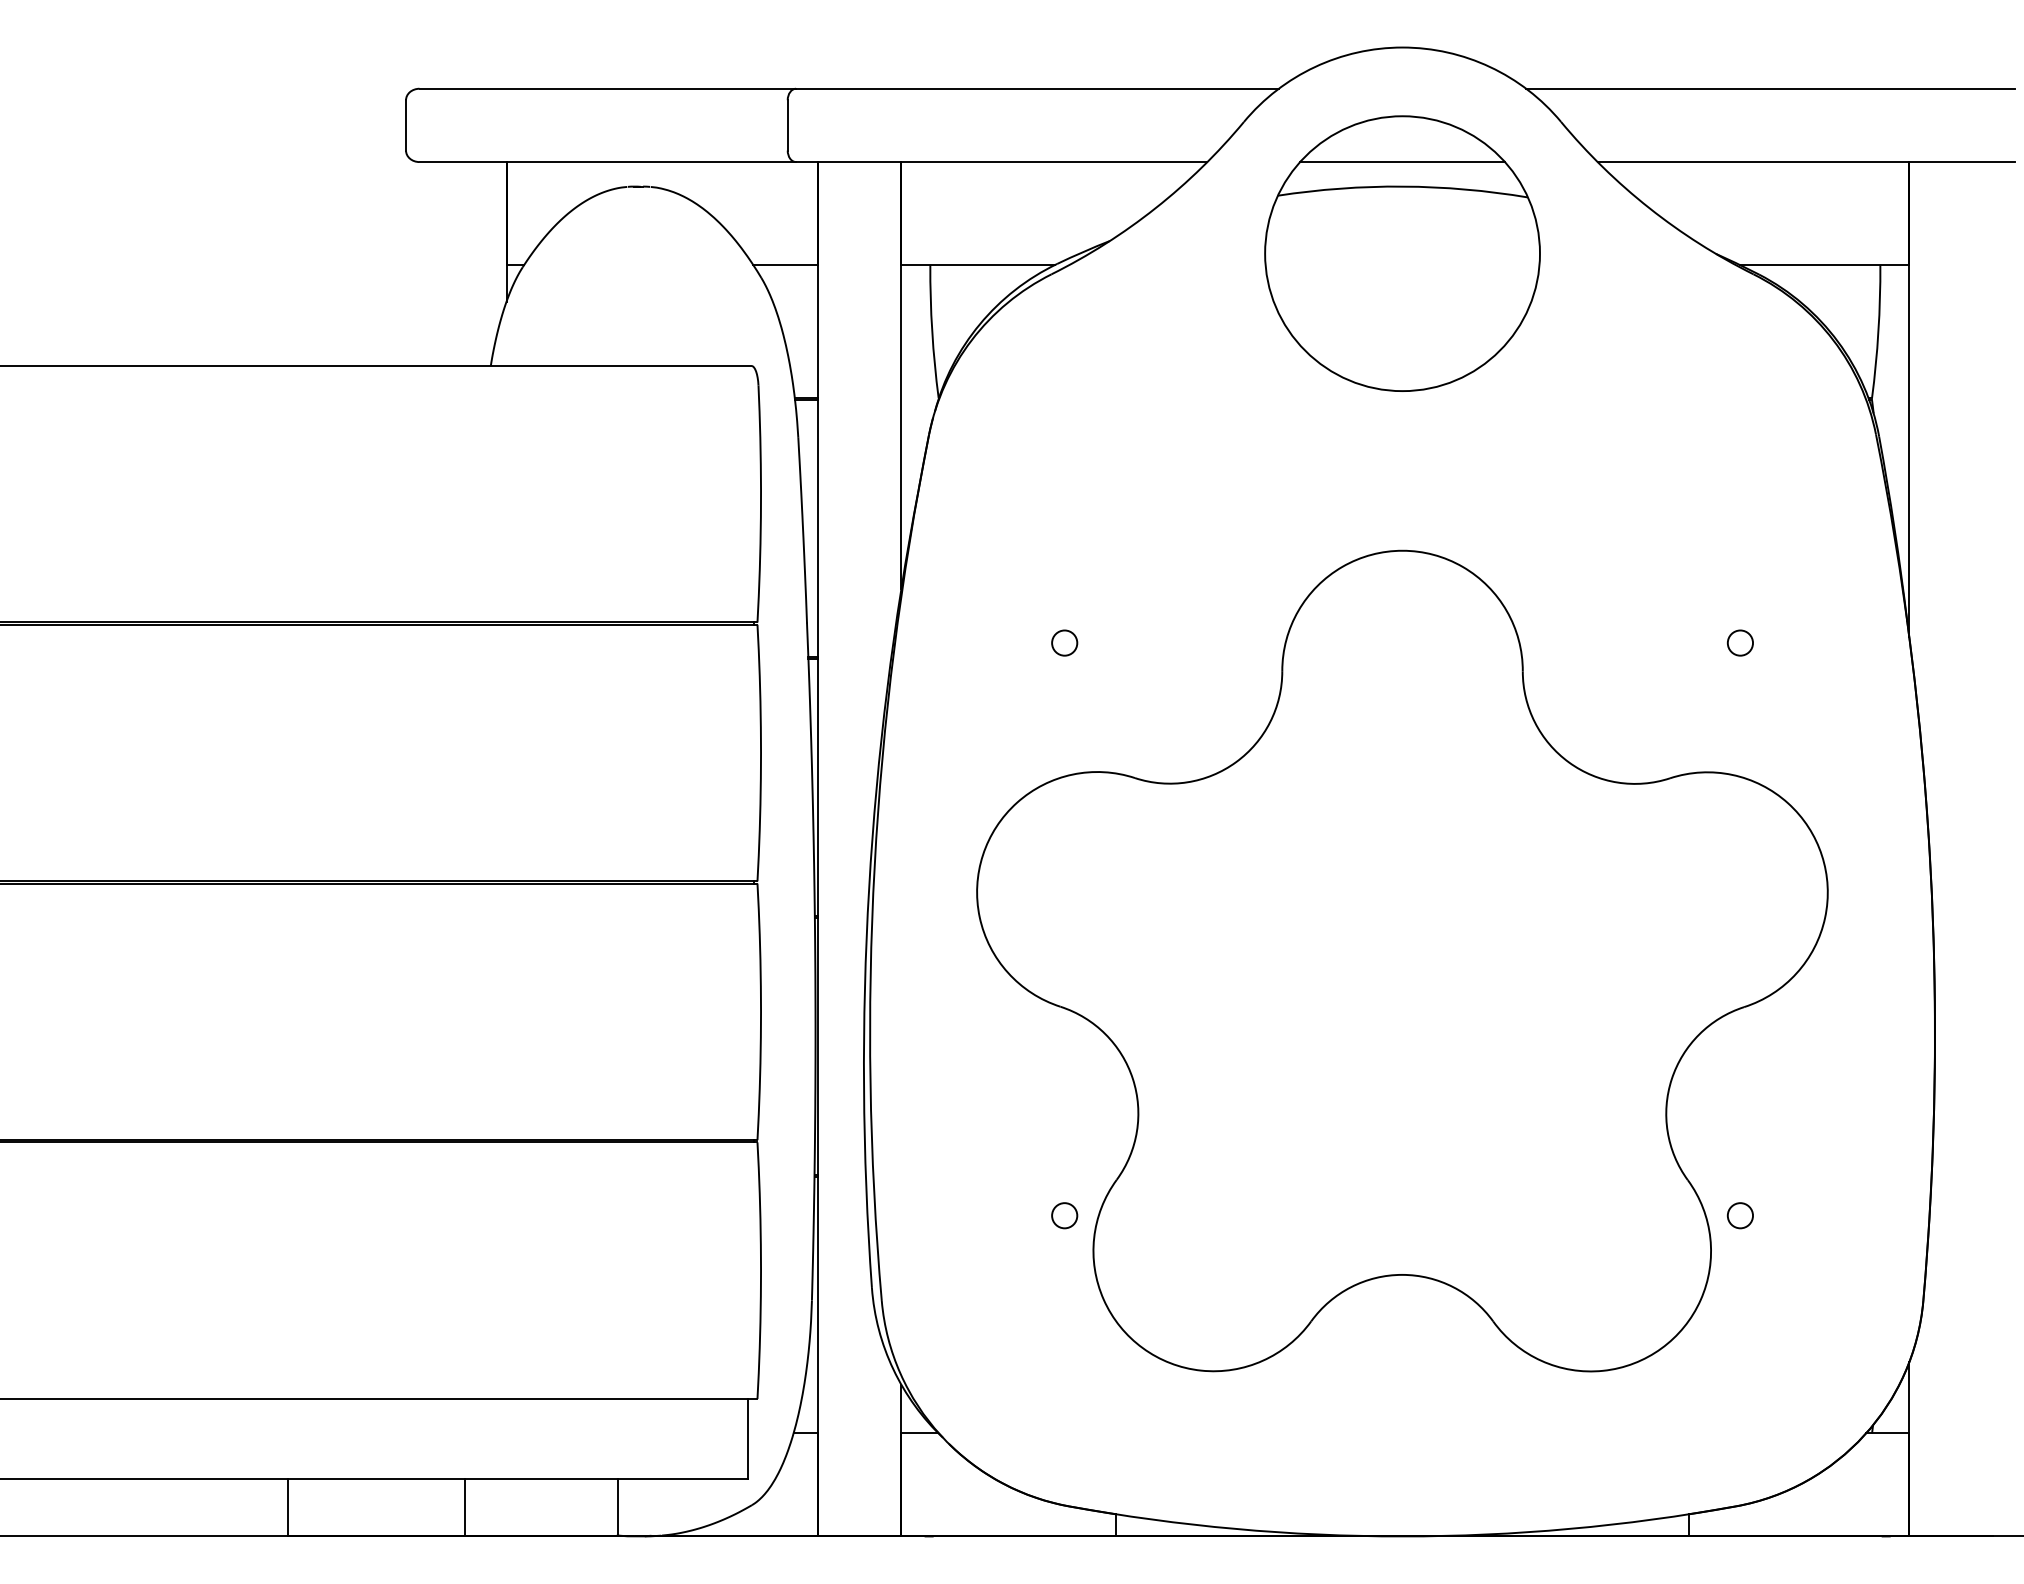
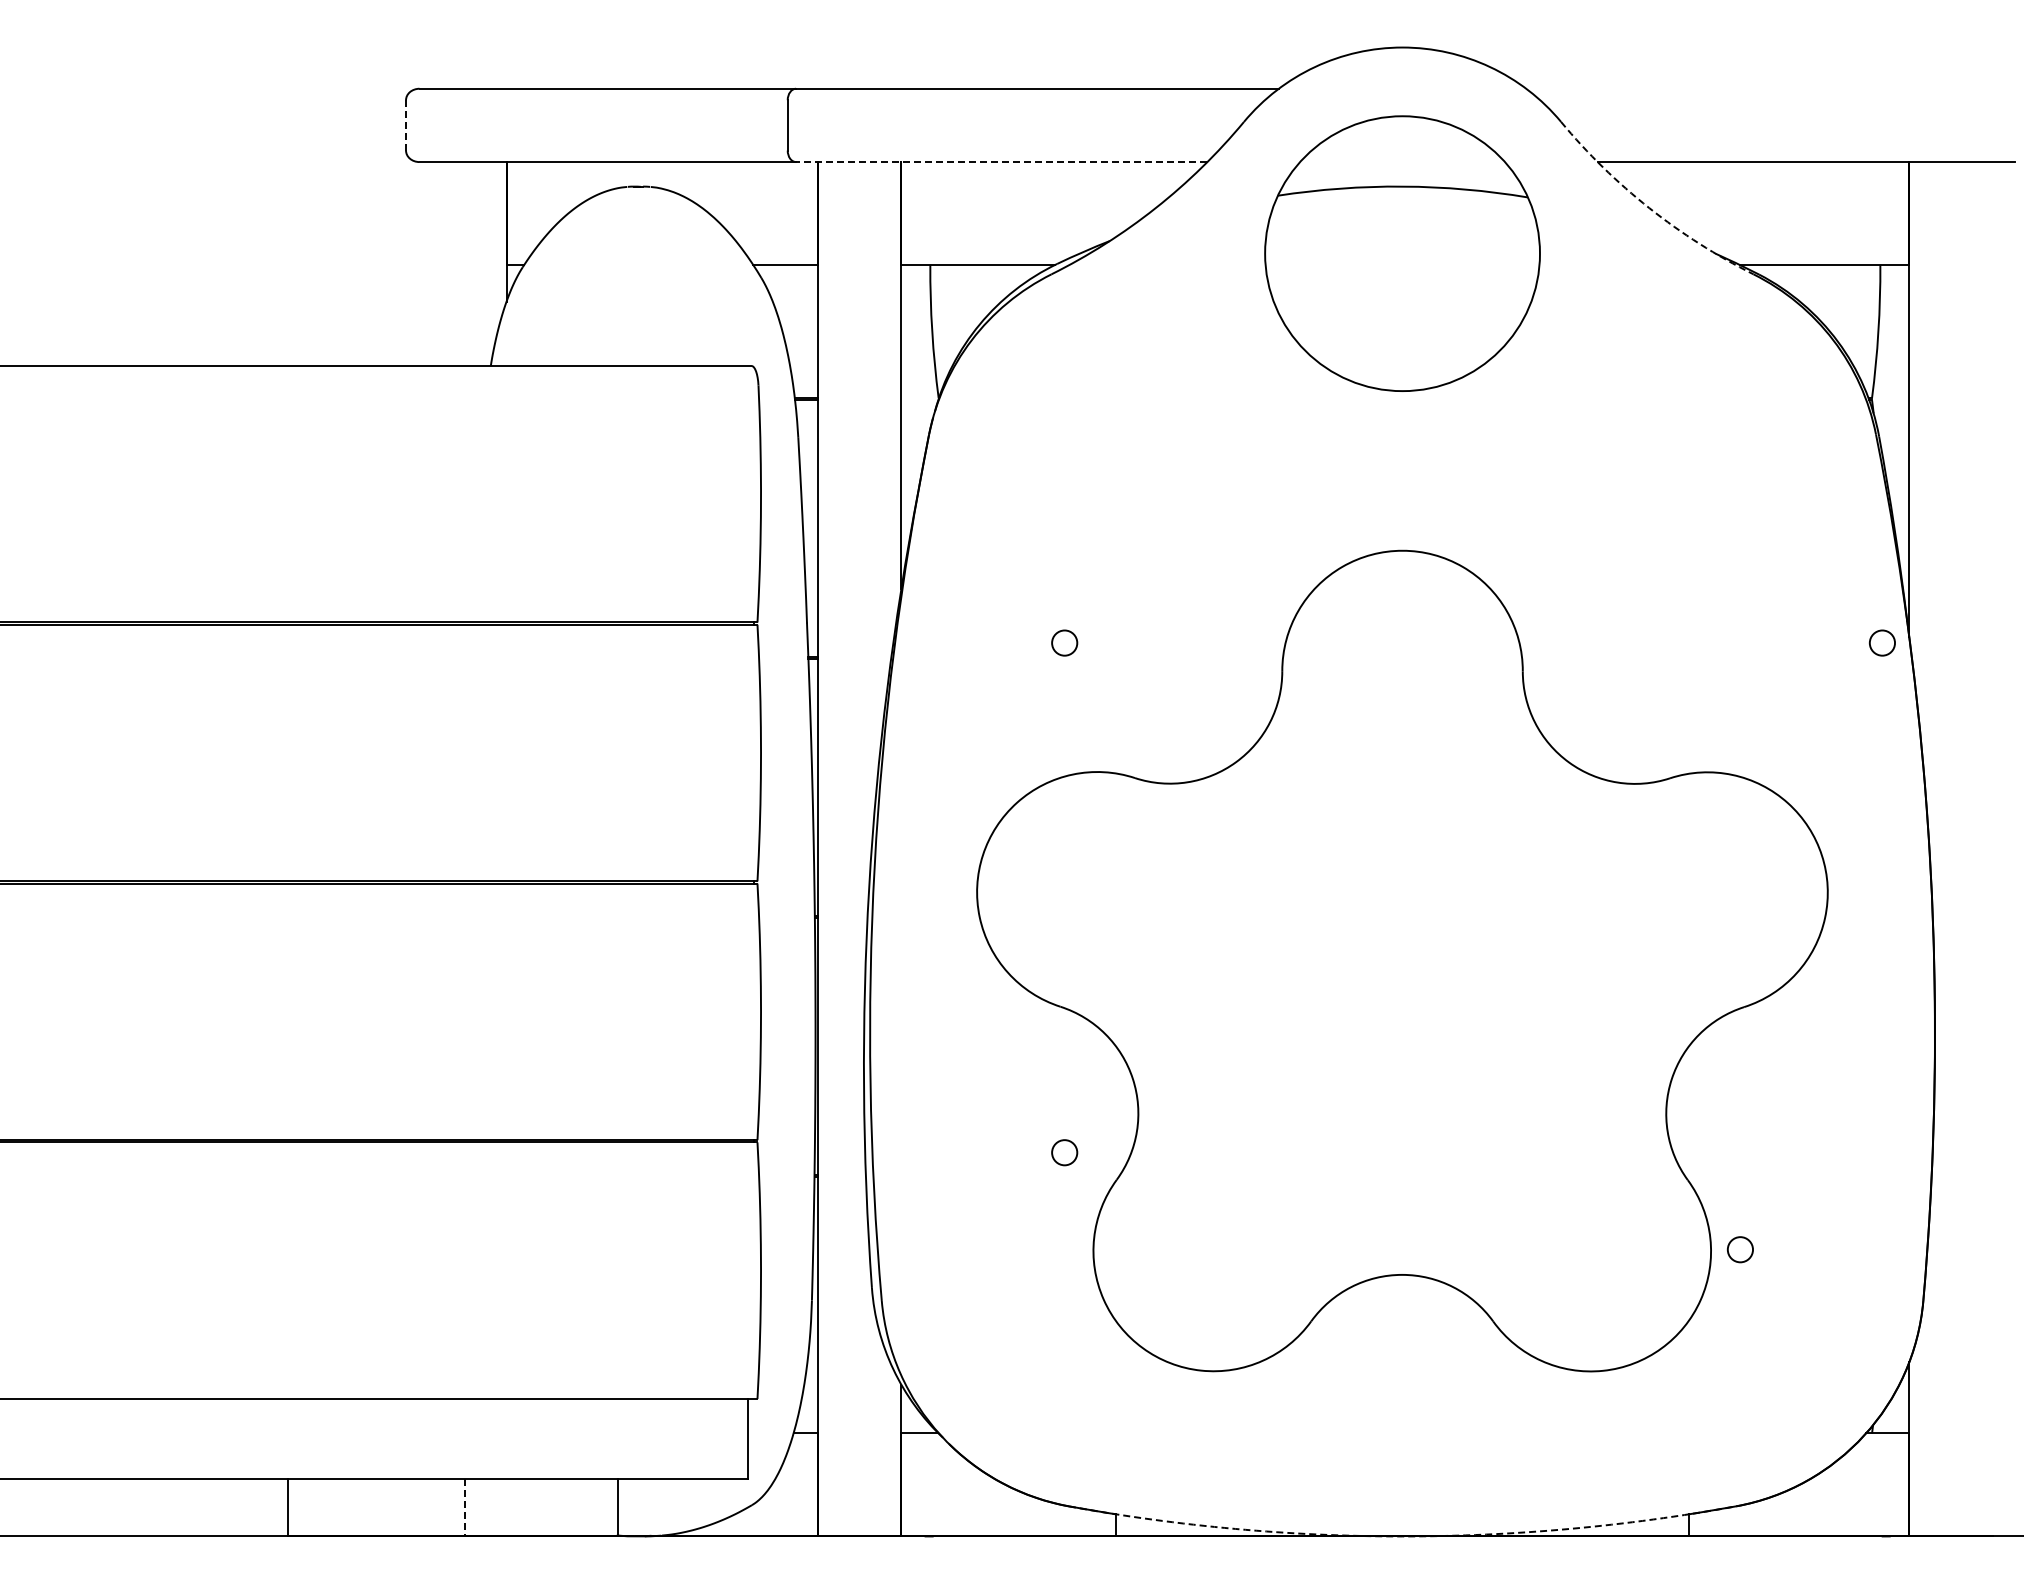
line at (1770, 88): present -> none
line at (406, 124): solid -> dashed
line at (1001, 162): solid -> dashed
line at (1402, 162): present -> none
arc at (1649, 208): solid -> dashed
circle at (1739, 642) position: (1739, 642) -> (1881, 642)
circle at (1064, 1215) position: (1064, 1215) -> (1064, 1152)
circle at (1739, 1215) position: (1739, 1215) -> (1739, 1249)
line at (465, 1507): solid -> dashed
arc at (1402, 1536): solid -> dashed
